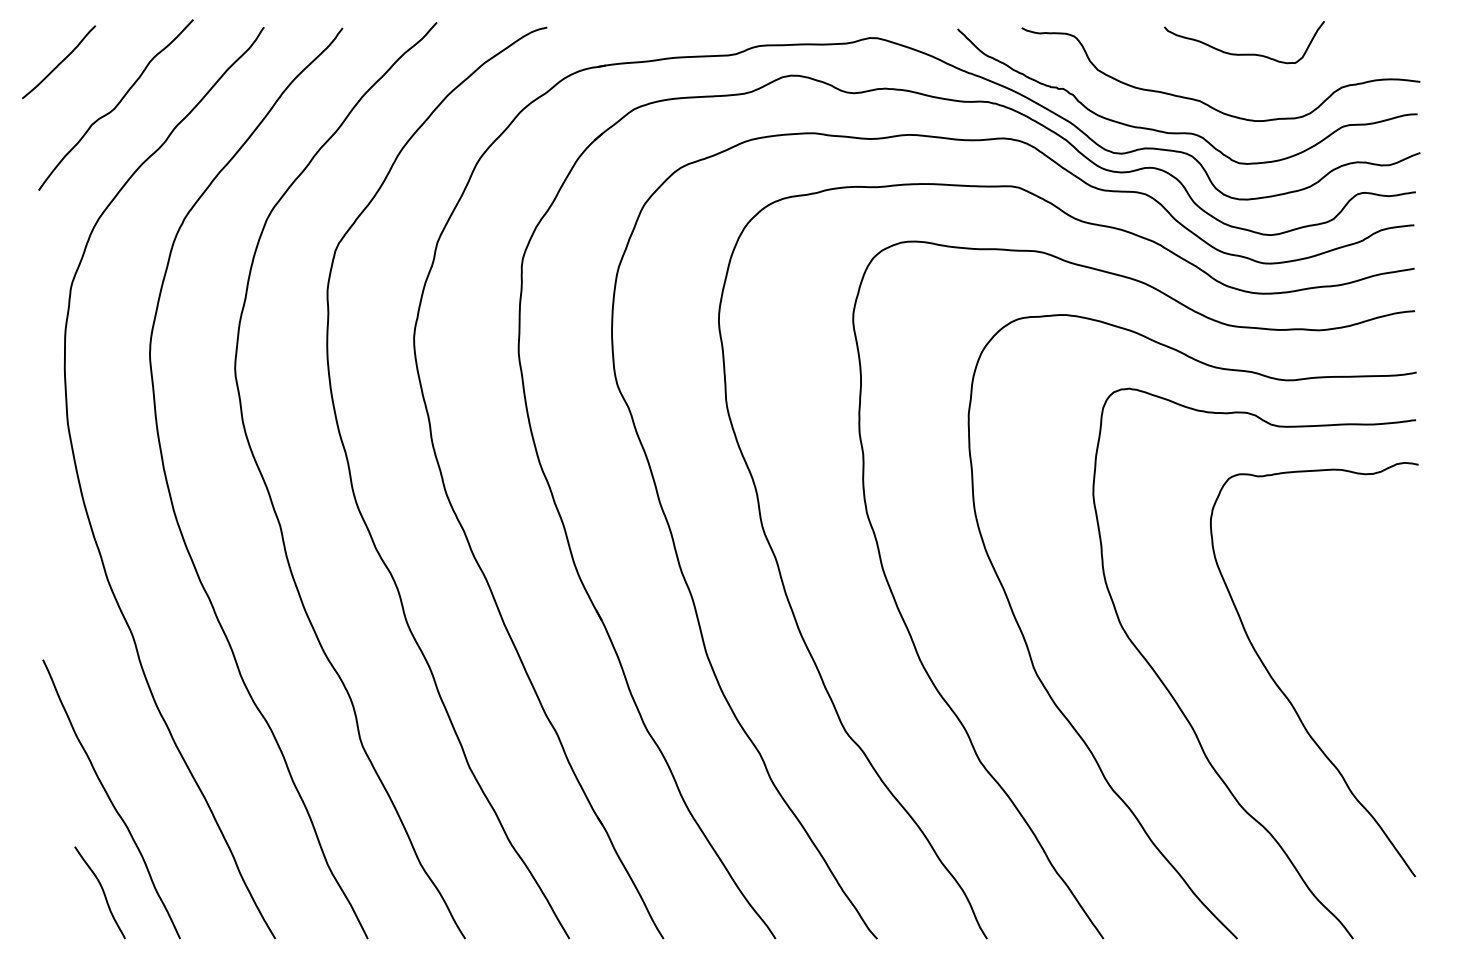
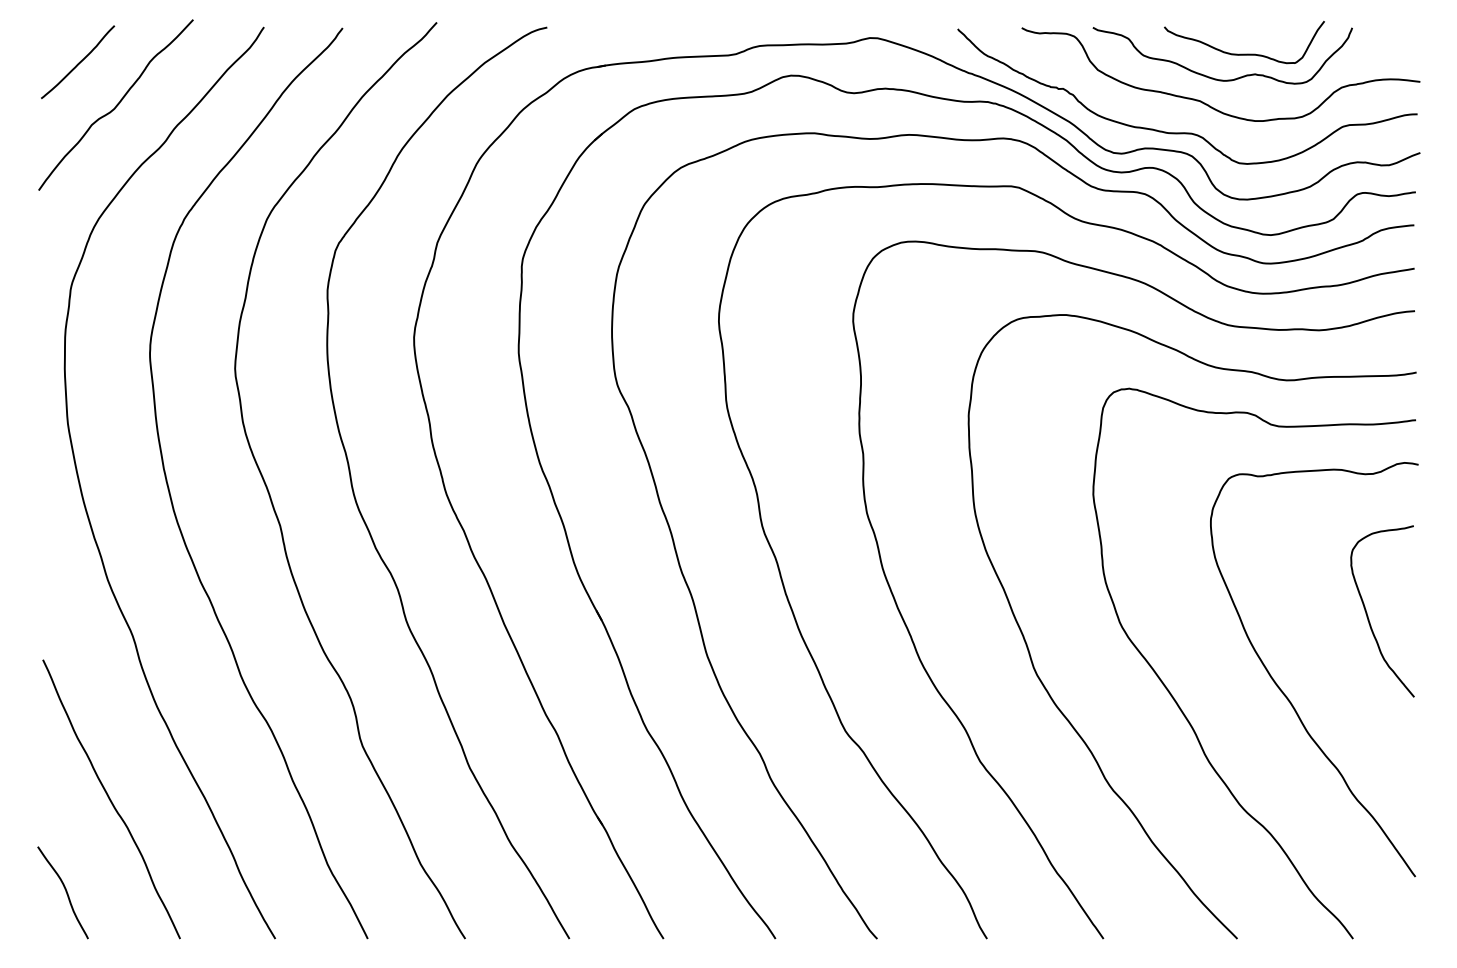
curve at (59, 62) position: (59, 62) -> (78, 62)
curve at (1213, 77): none -> present
curve at (1368, 615): none -> present
curve at (102, 892) position: (102, 892) -> (65, 892)
